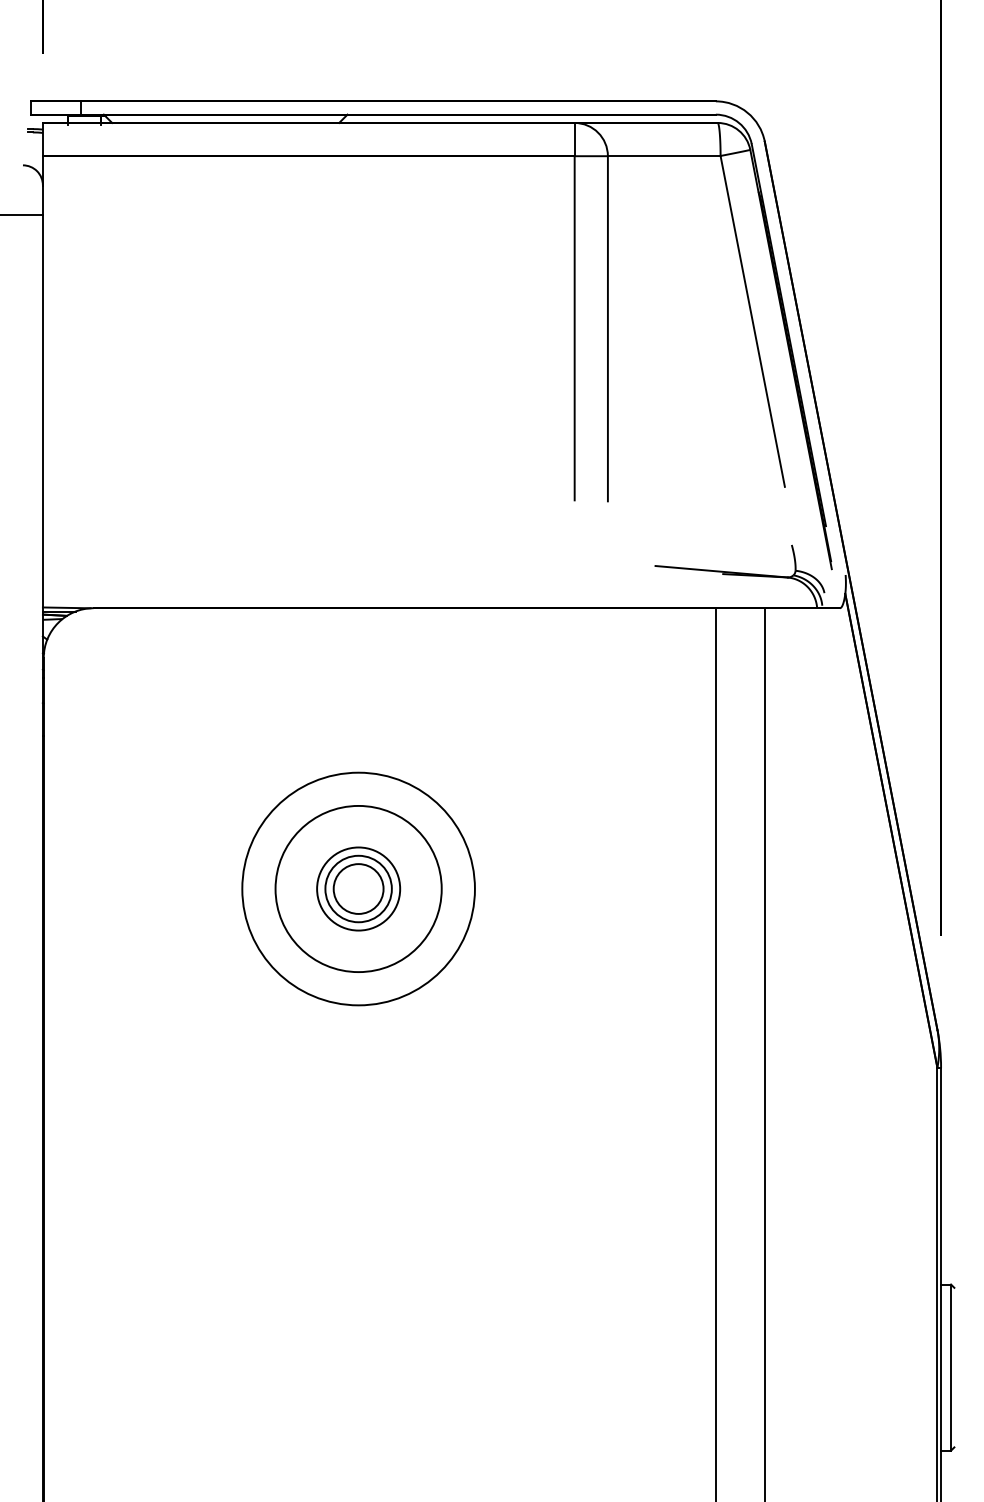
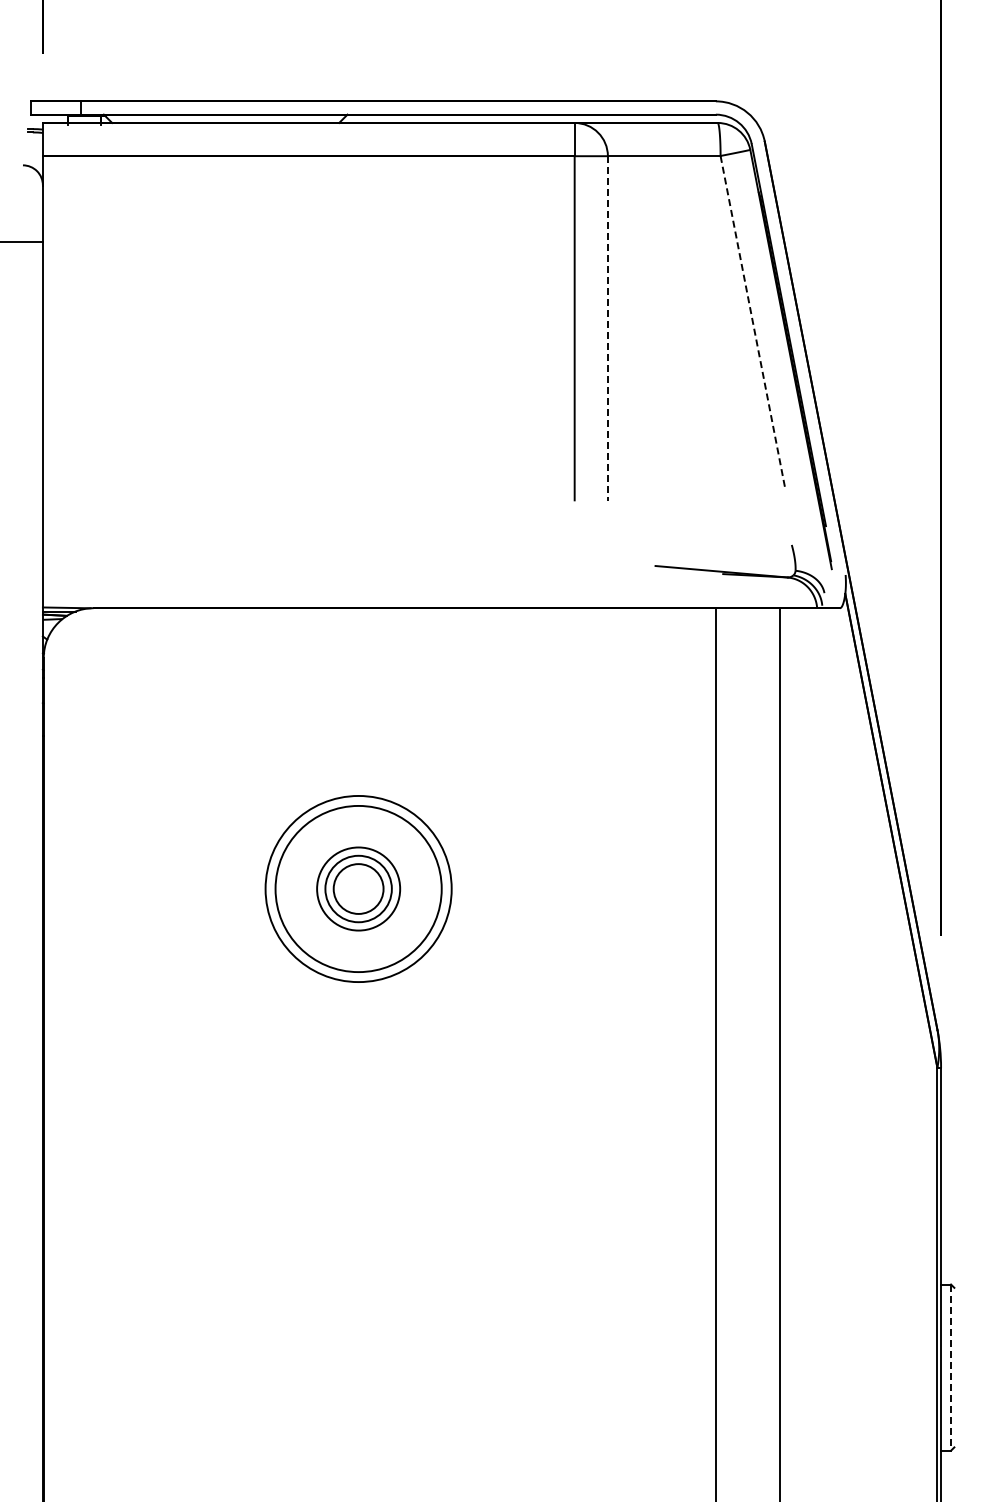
line at (22, 215) position: (22, 215) -> (22, 242)
line at (752, 321): solid -> dashed
line at (607, 328): solid -> dashed
circle at (358, 888) diameter: 233 px -> 186 px
line at (764, 1053) position: (764, 1053) -> (779, 1053)
line at (951, 1368): solid -> dashed
